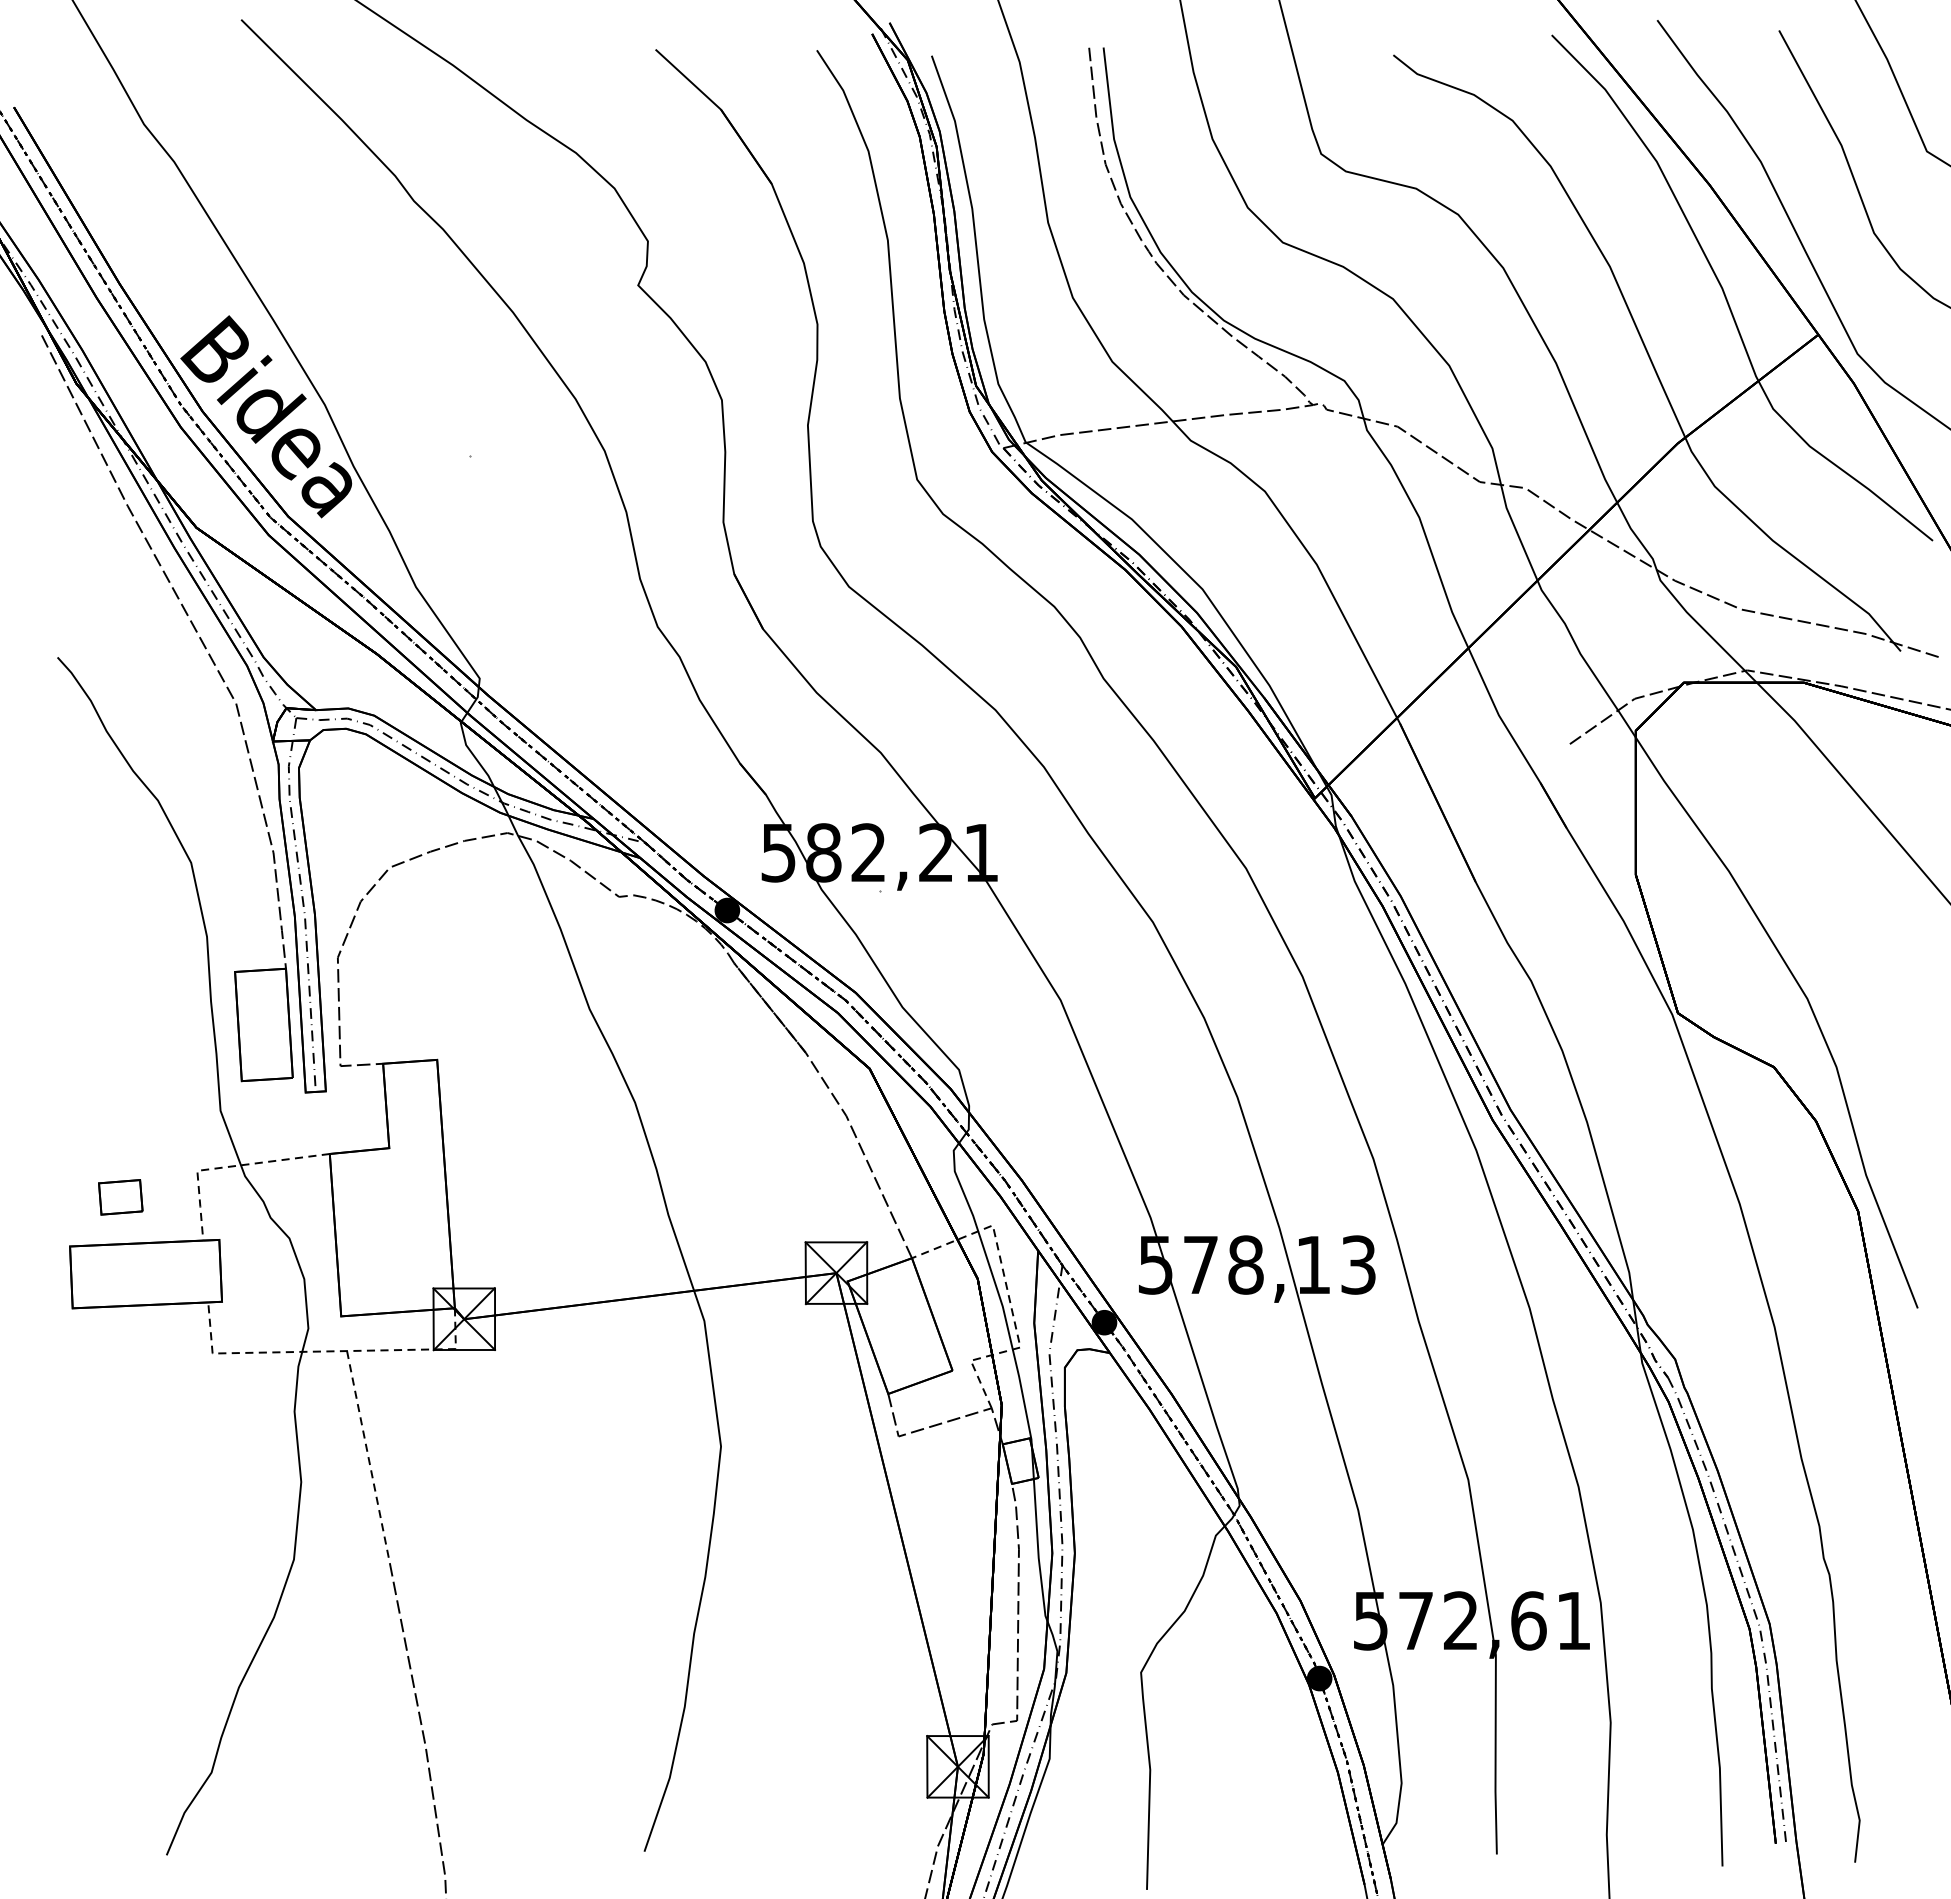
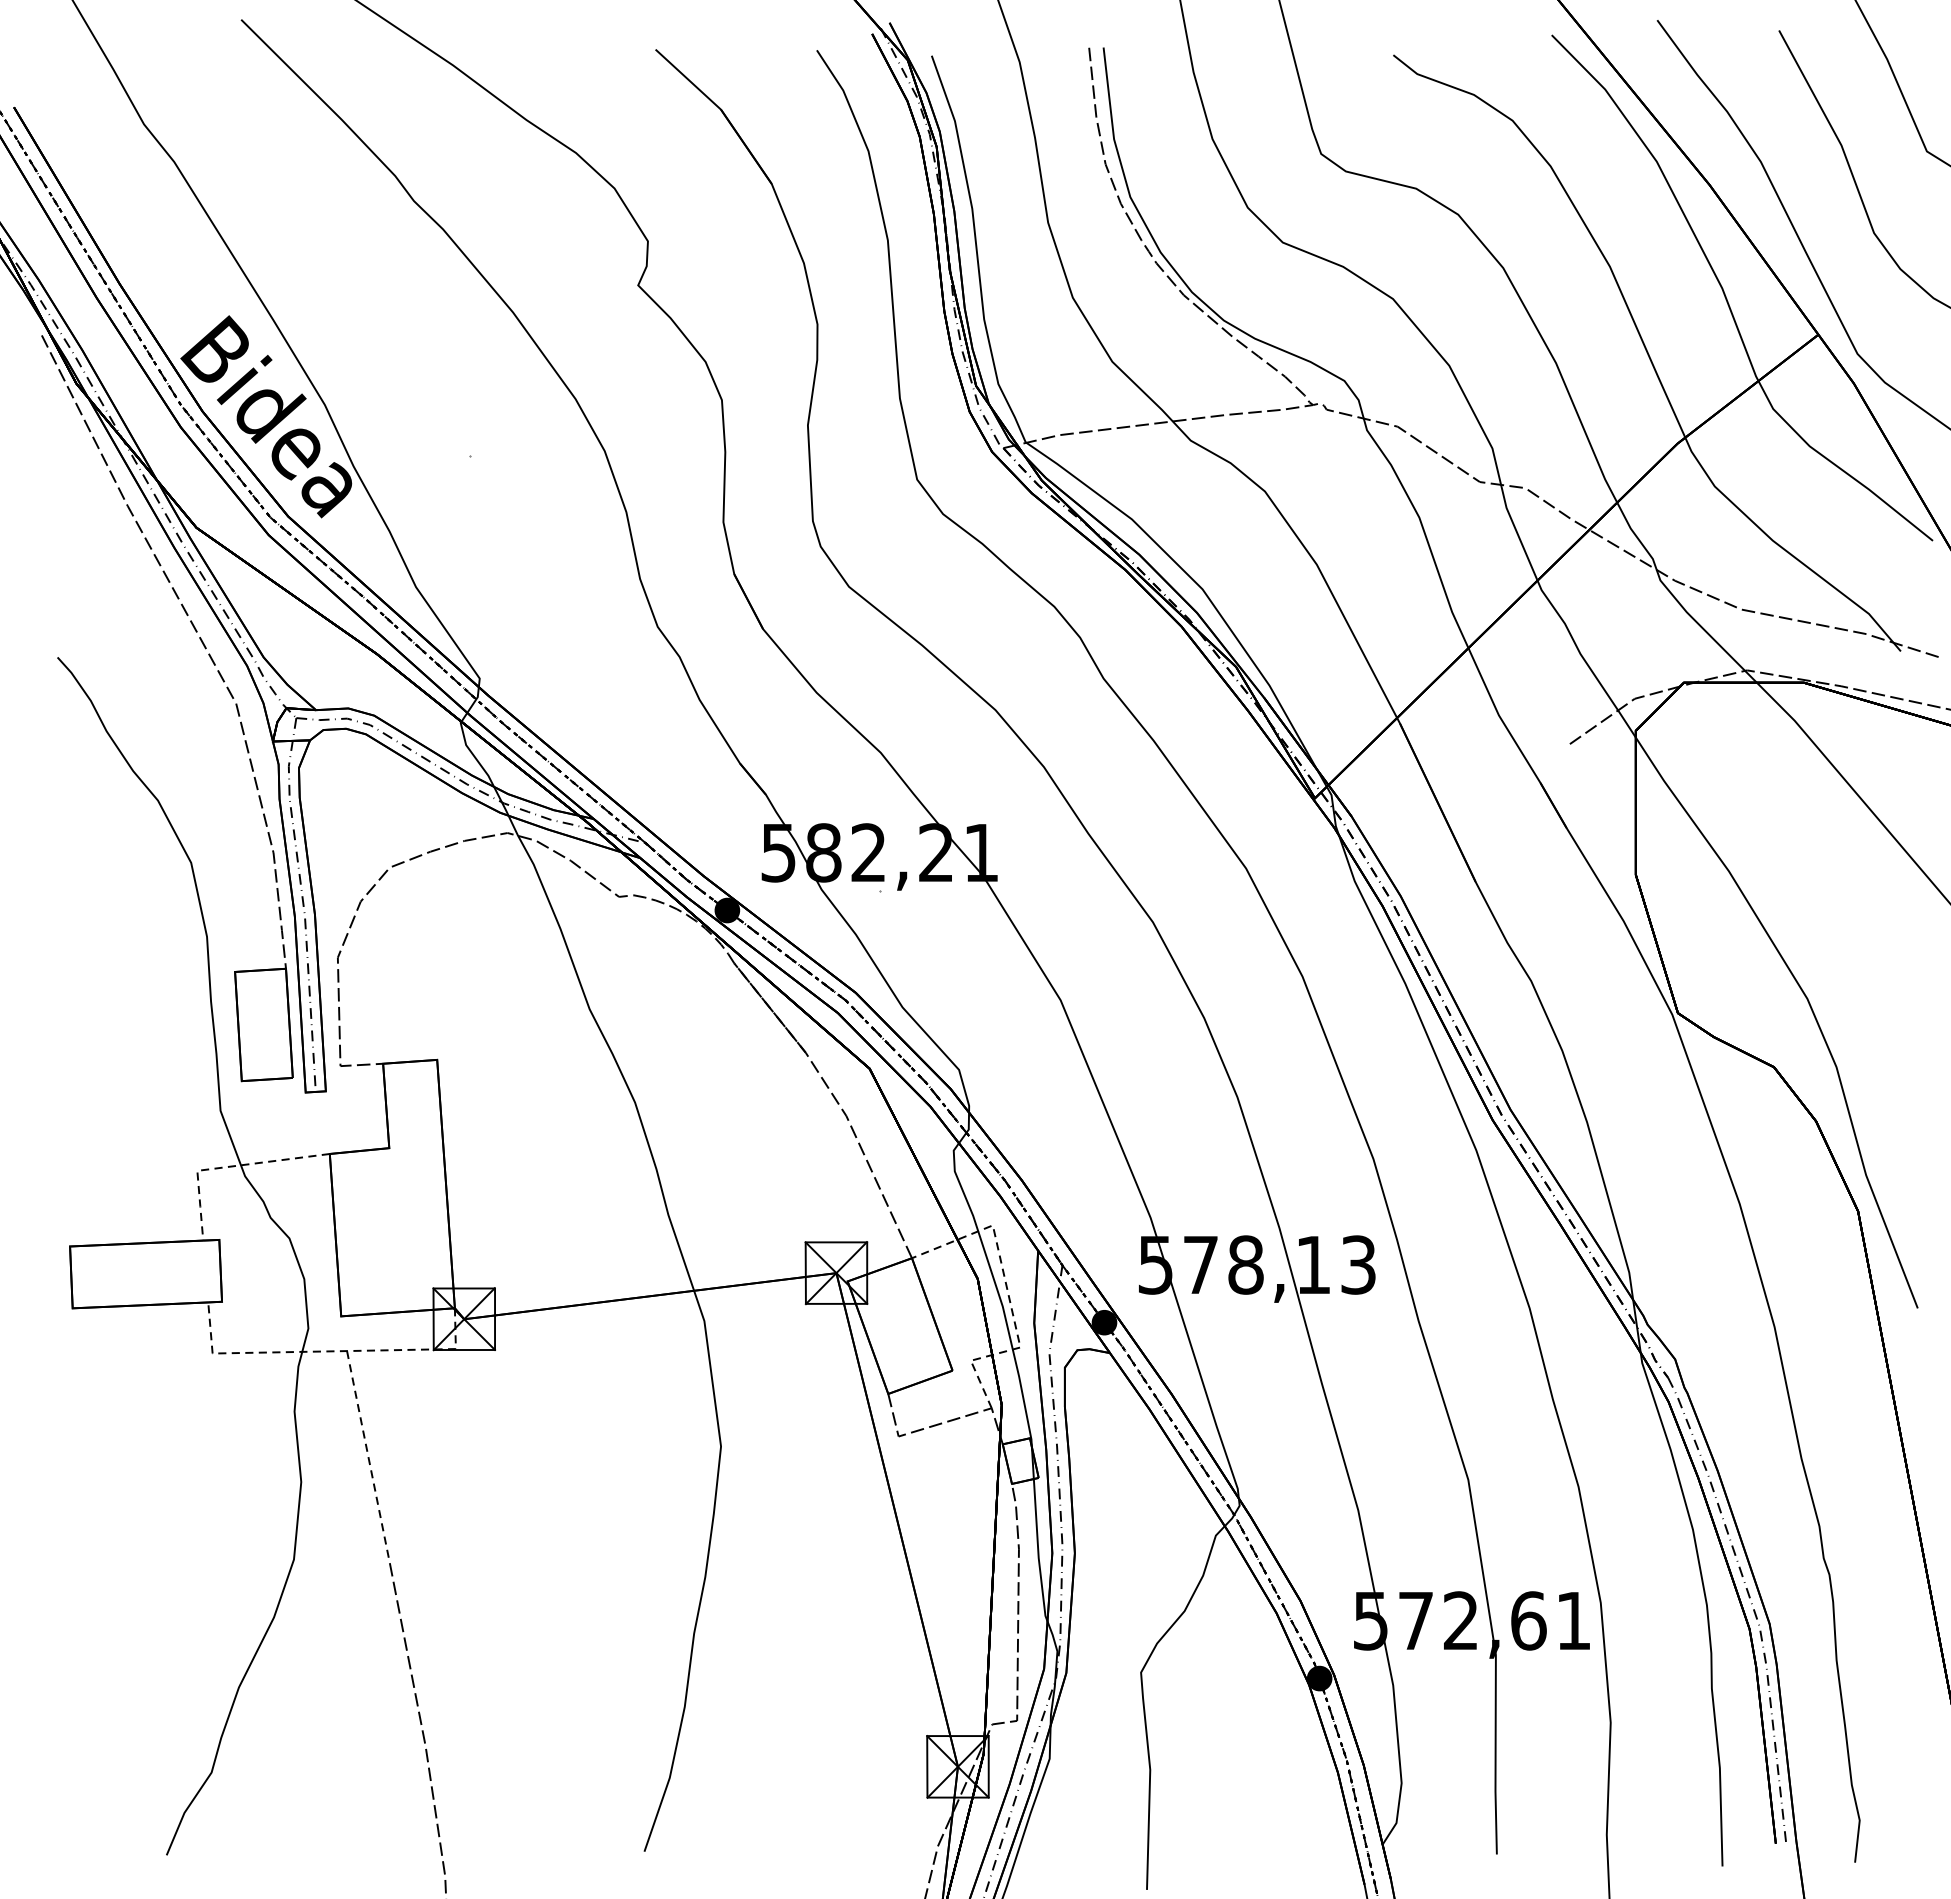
part at (120, 1197): present -> none
